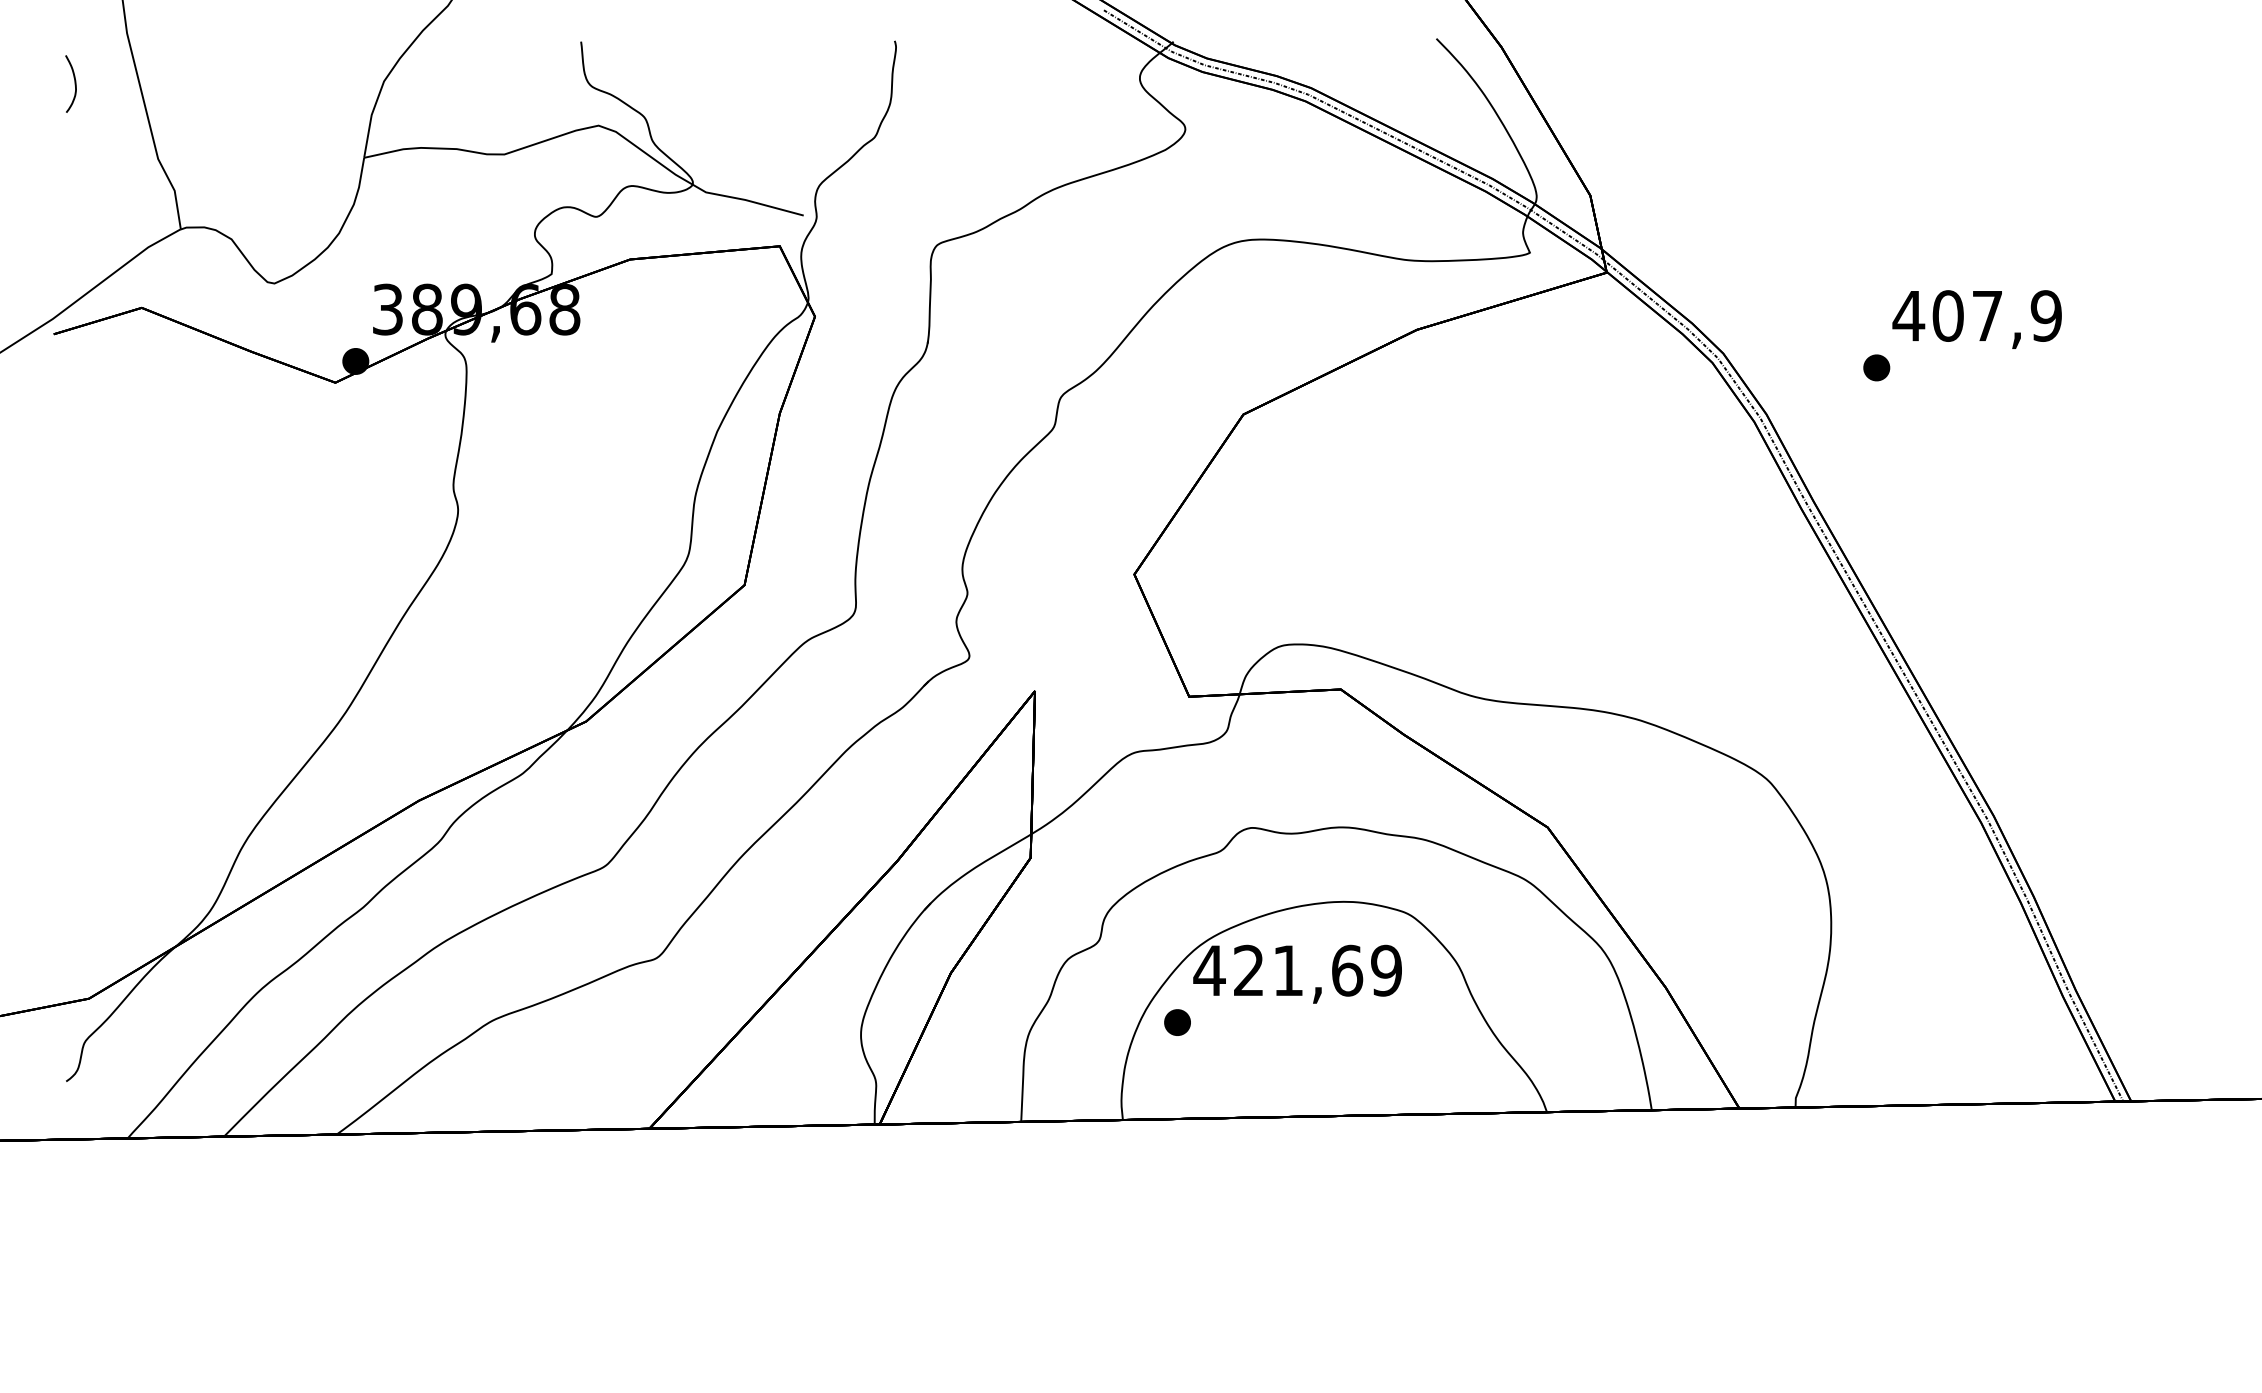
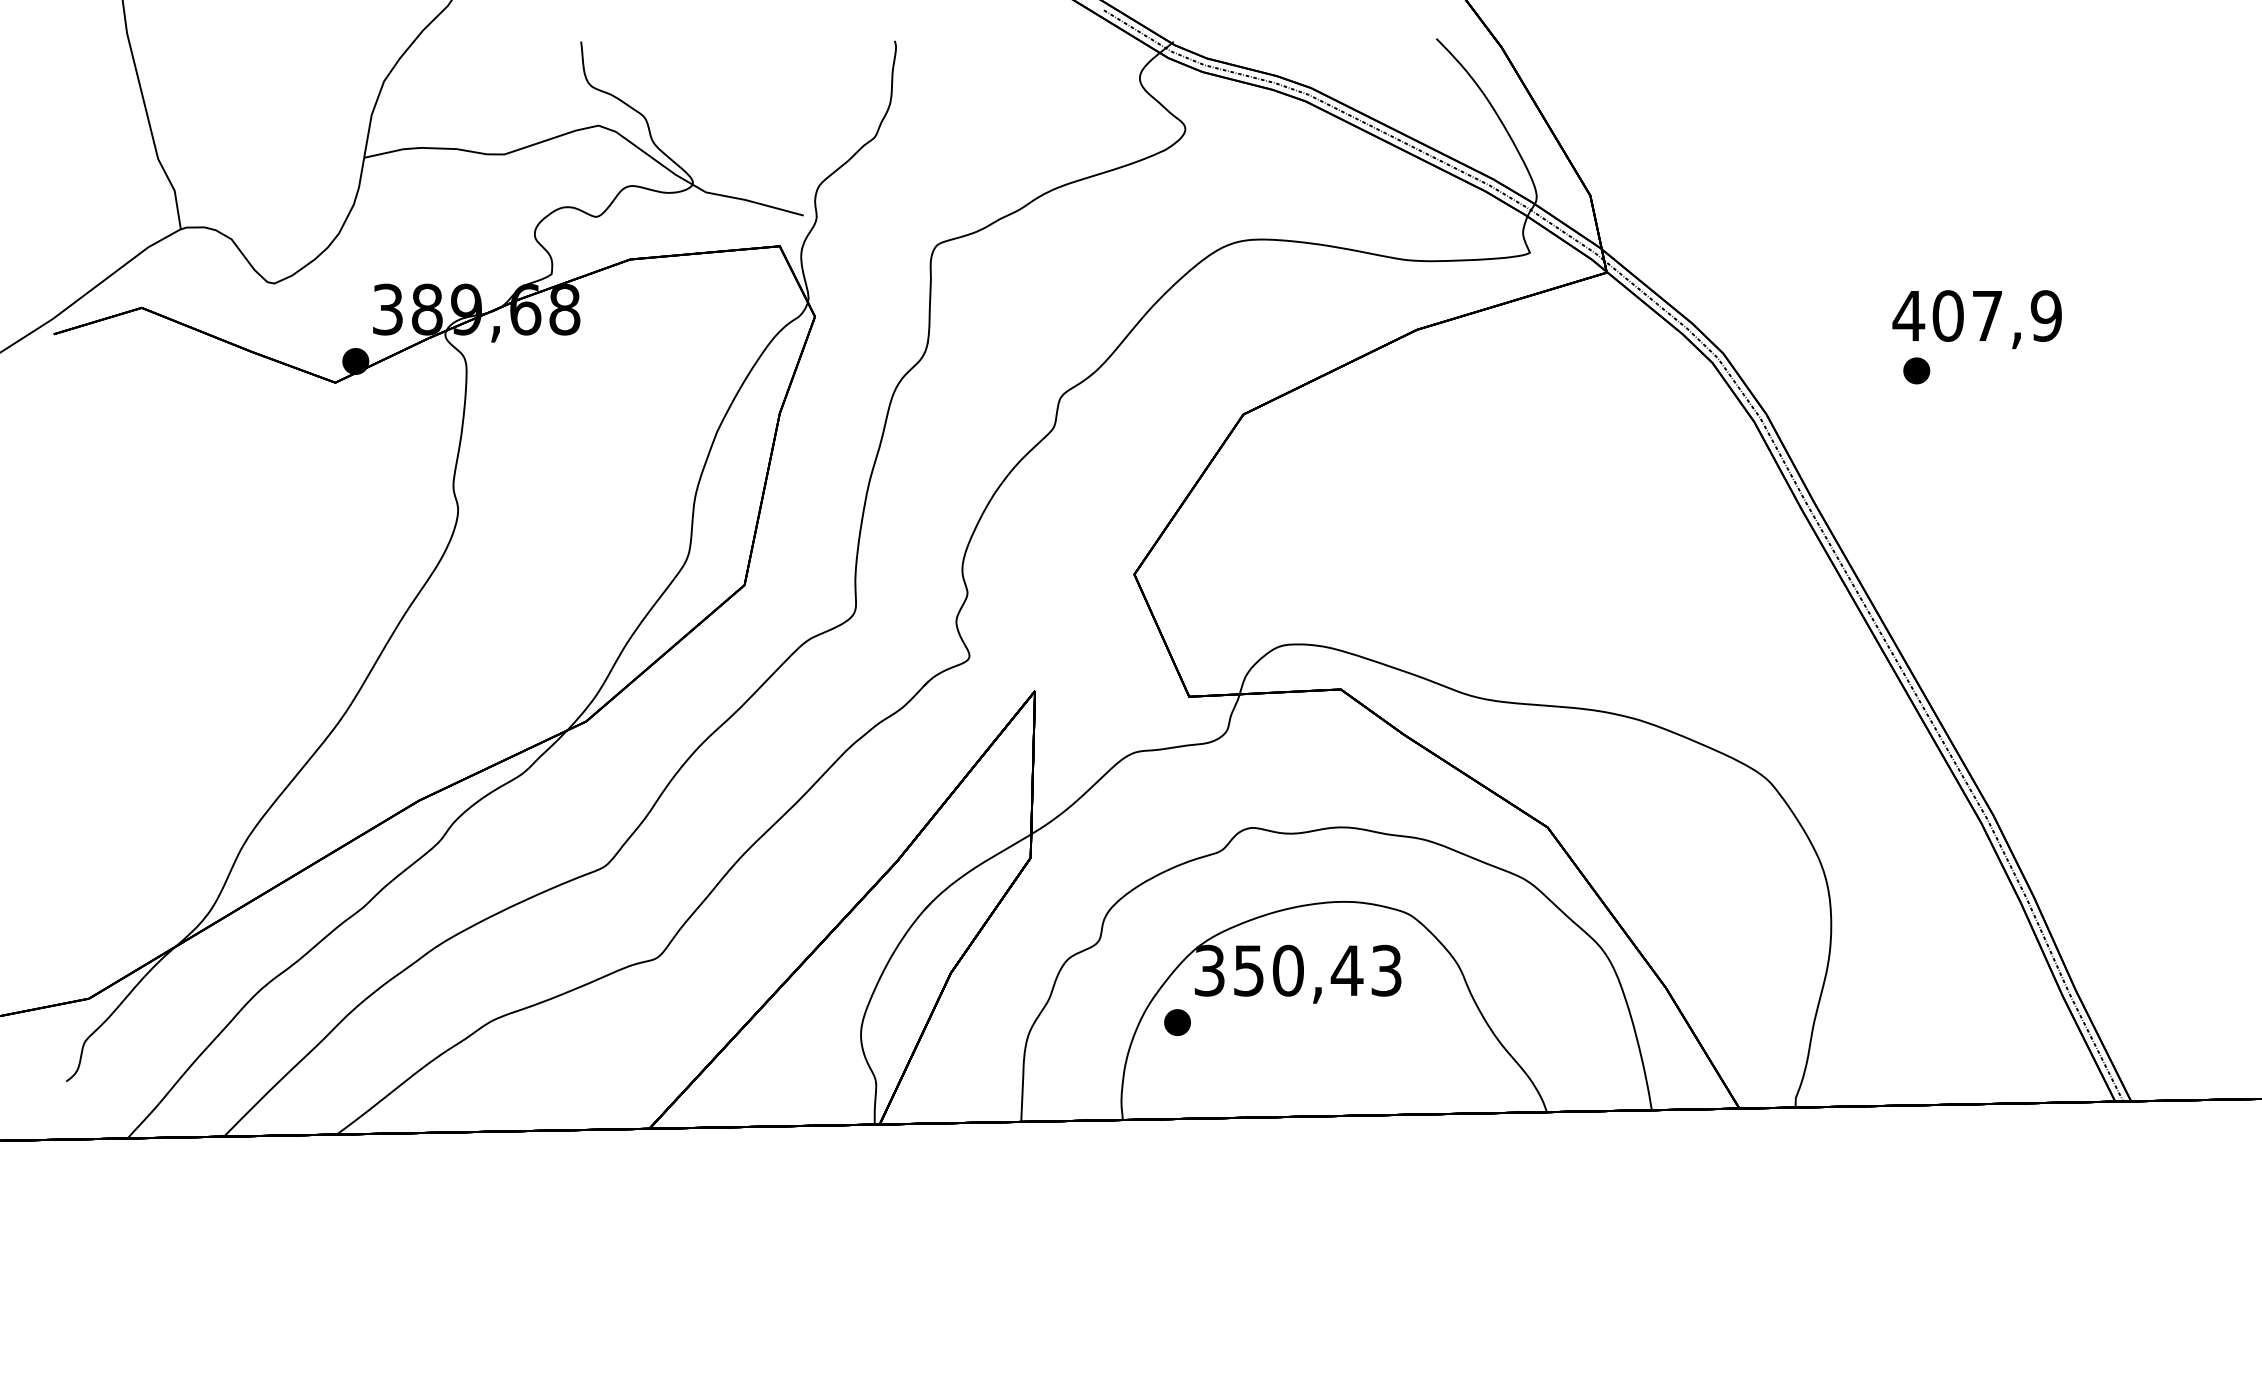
part at (70, 83): present -> none
part at (1876, 367) position: (1876, 367) -> (1916, 370)
text at (1297, 970): 421,69 -> 350,43
